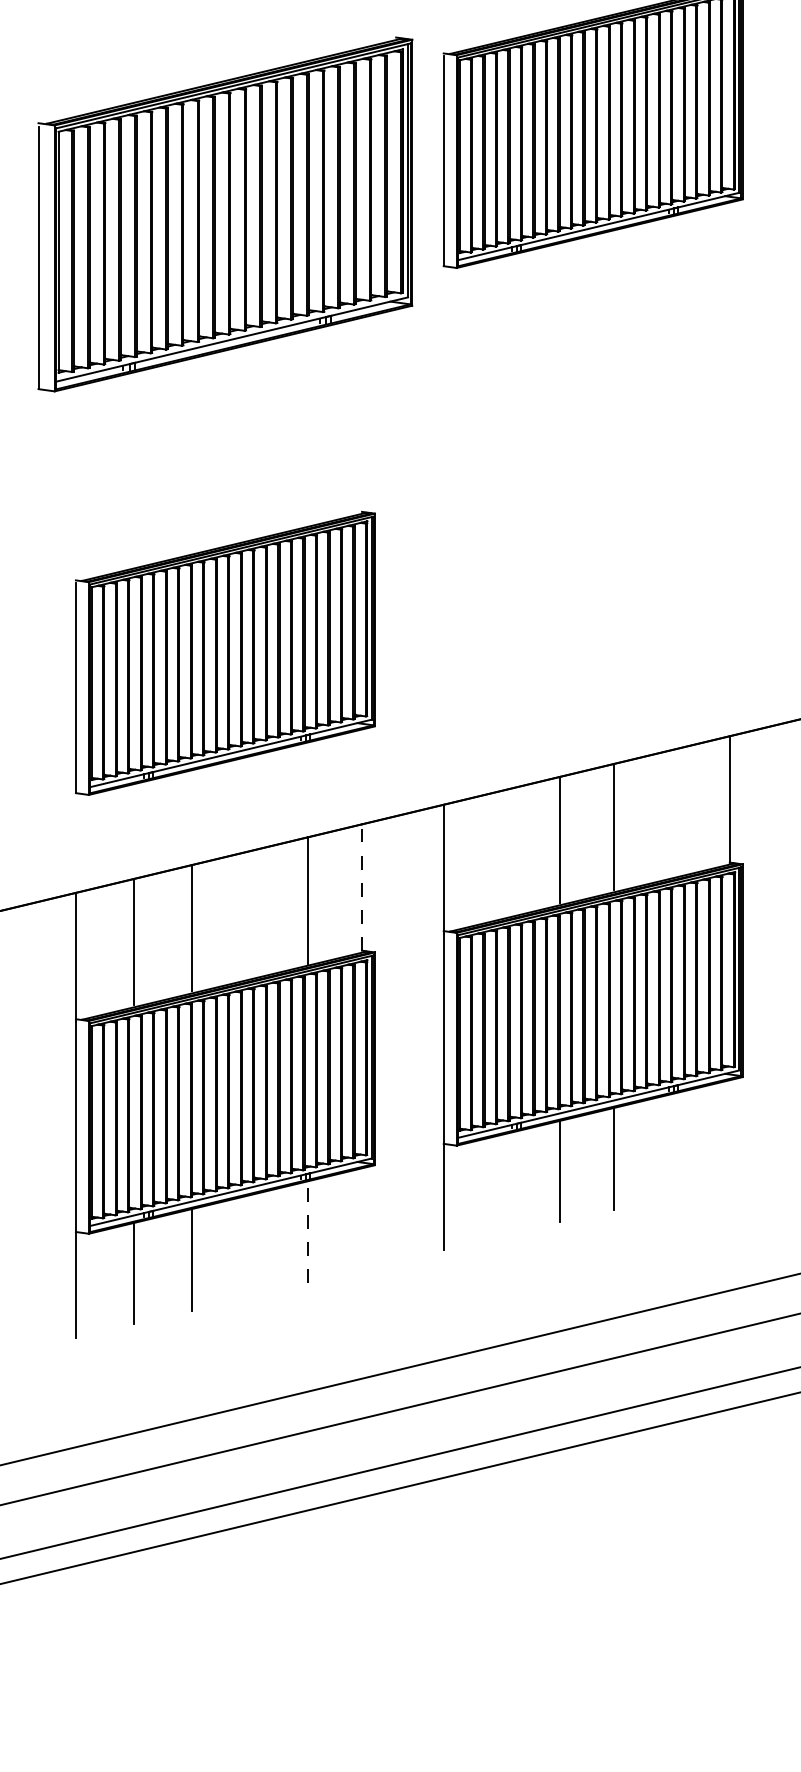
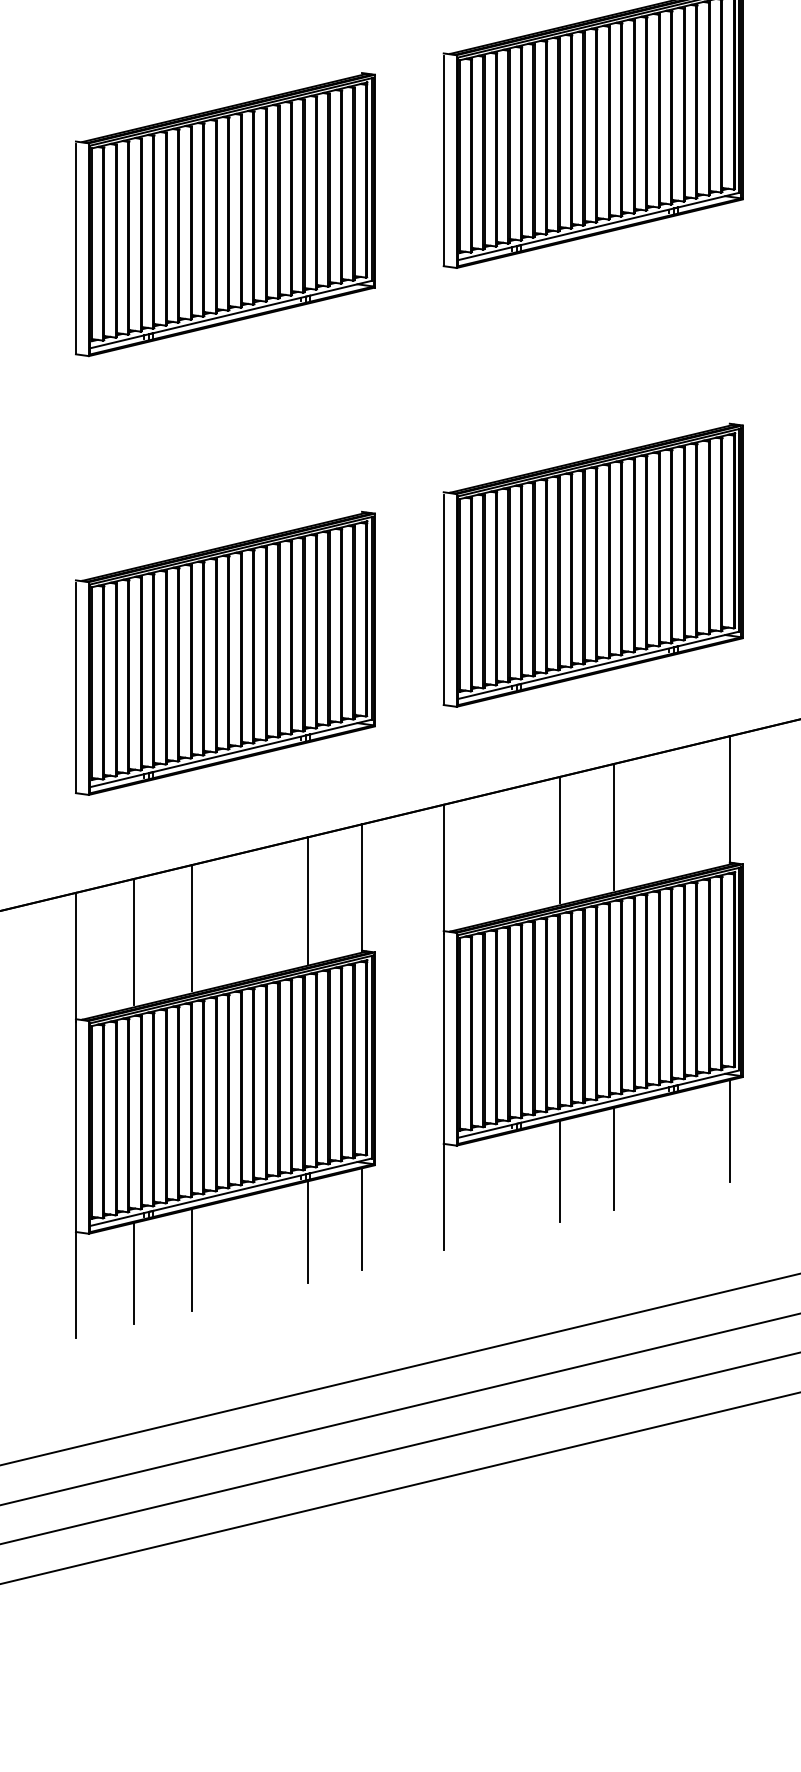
part at (225, 214) size: 377x357 px -> 301x286 px
part at (592, 564): none -> present
line at (361, 887): dashed -> solid
line at (729, 1130): none -> present
line at (361, 1218): none -> present
line at (308, 1232): dashed -> solid
line at (399, 1463) position: (399, 1463) -> (399, 1448)
